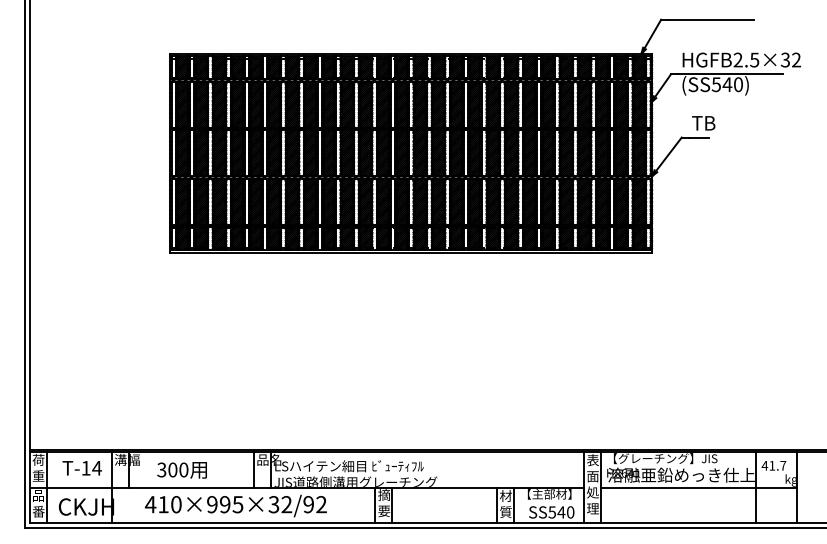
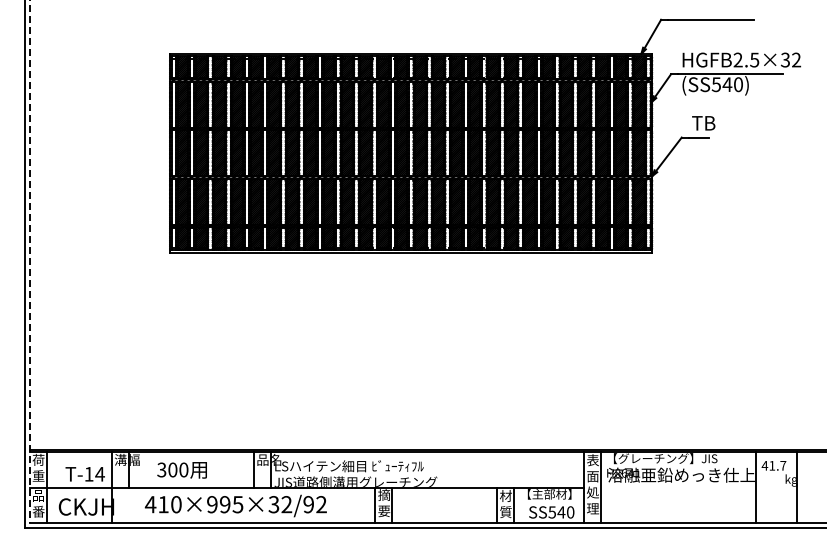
line at (29, 261): solid -> dashed
text at (81, 468) position: (81, 468) -> (84, 474)
line at (698, 487): present -> none
